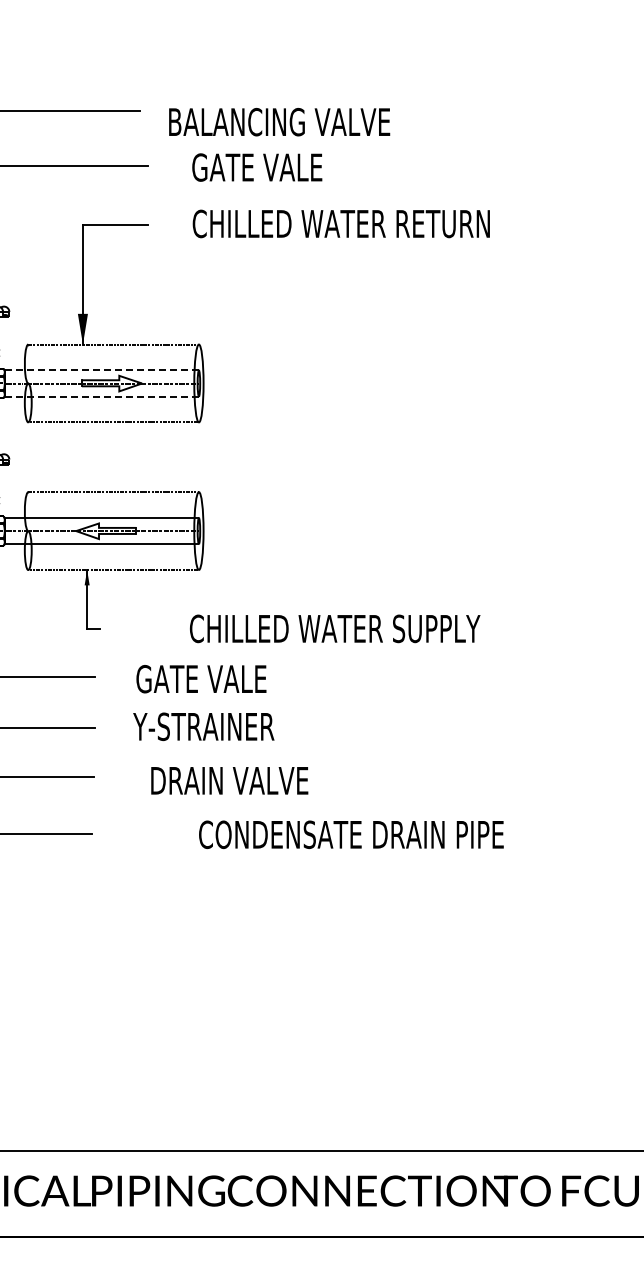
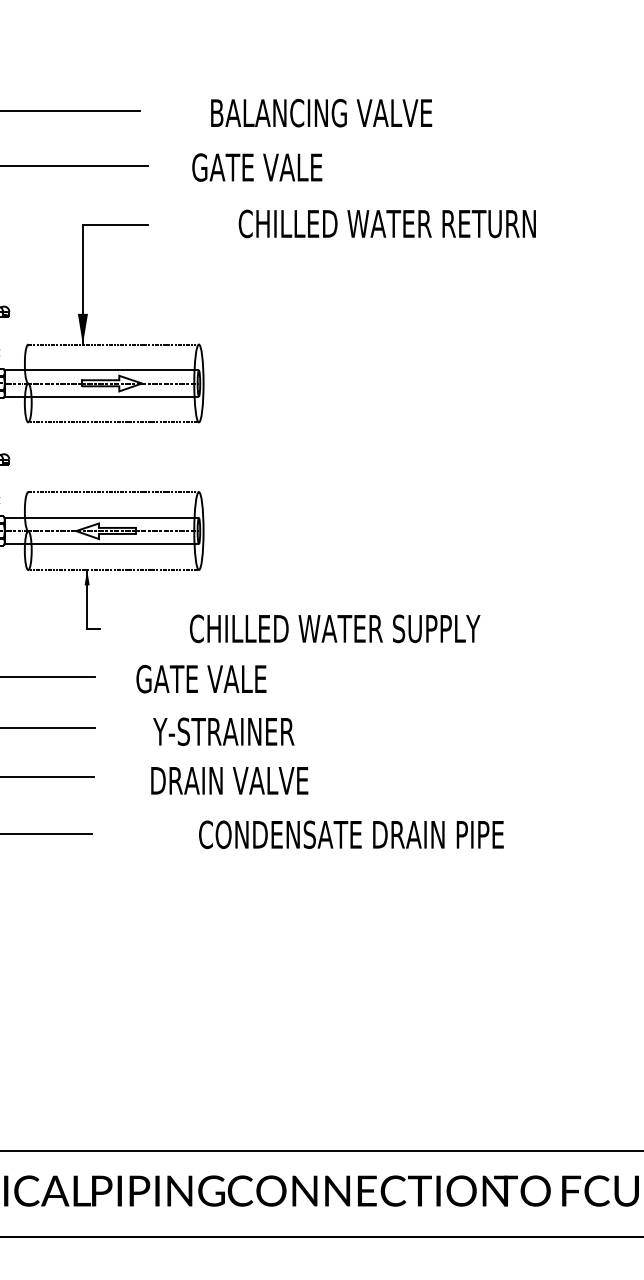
text at (279, 122) position: (279, 122) -> (321, 113)
text at (340, 223) position: (340, 223) -> (386, 223)
line at (4, 382): dashed -> solid
text at (203, 726) position: (203, 726) -> (223, 731)
